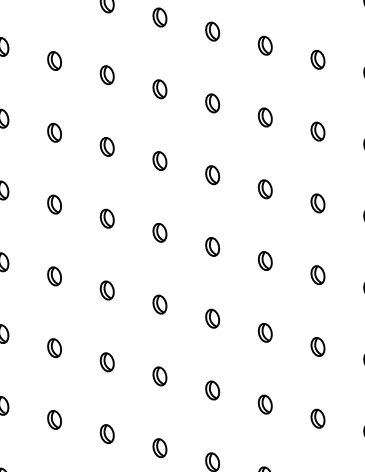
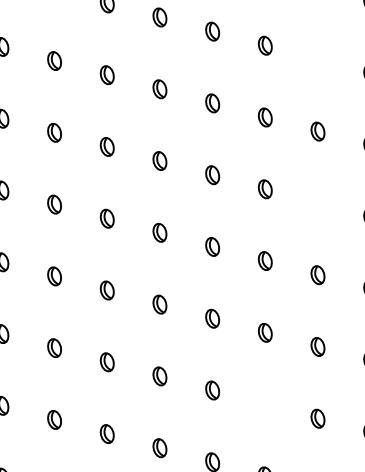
part at (317, 59): present -> none
part at (317, 203): present -> none
part at (264, 404): present -> none
